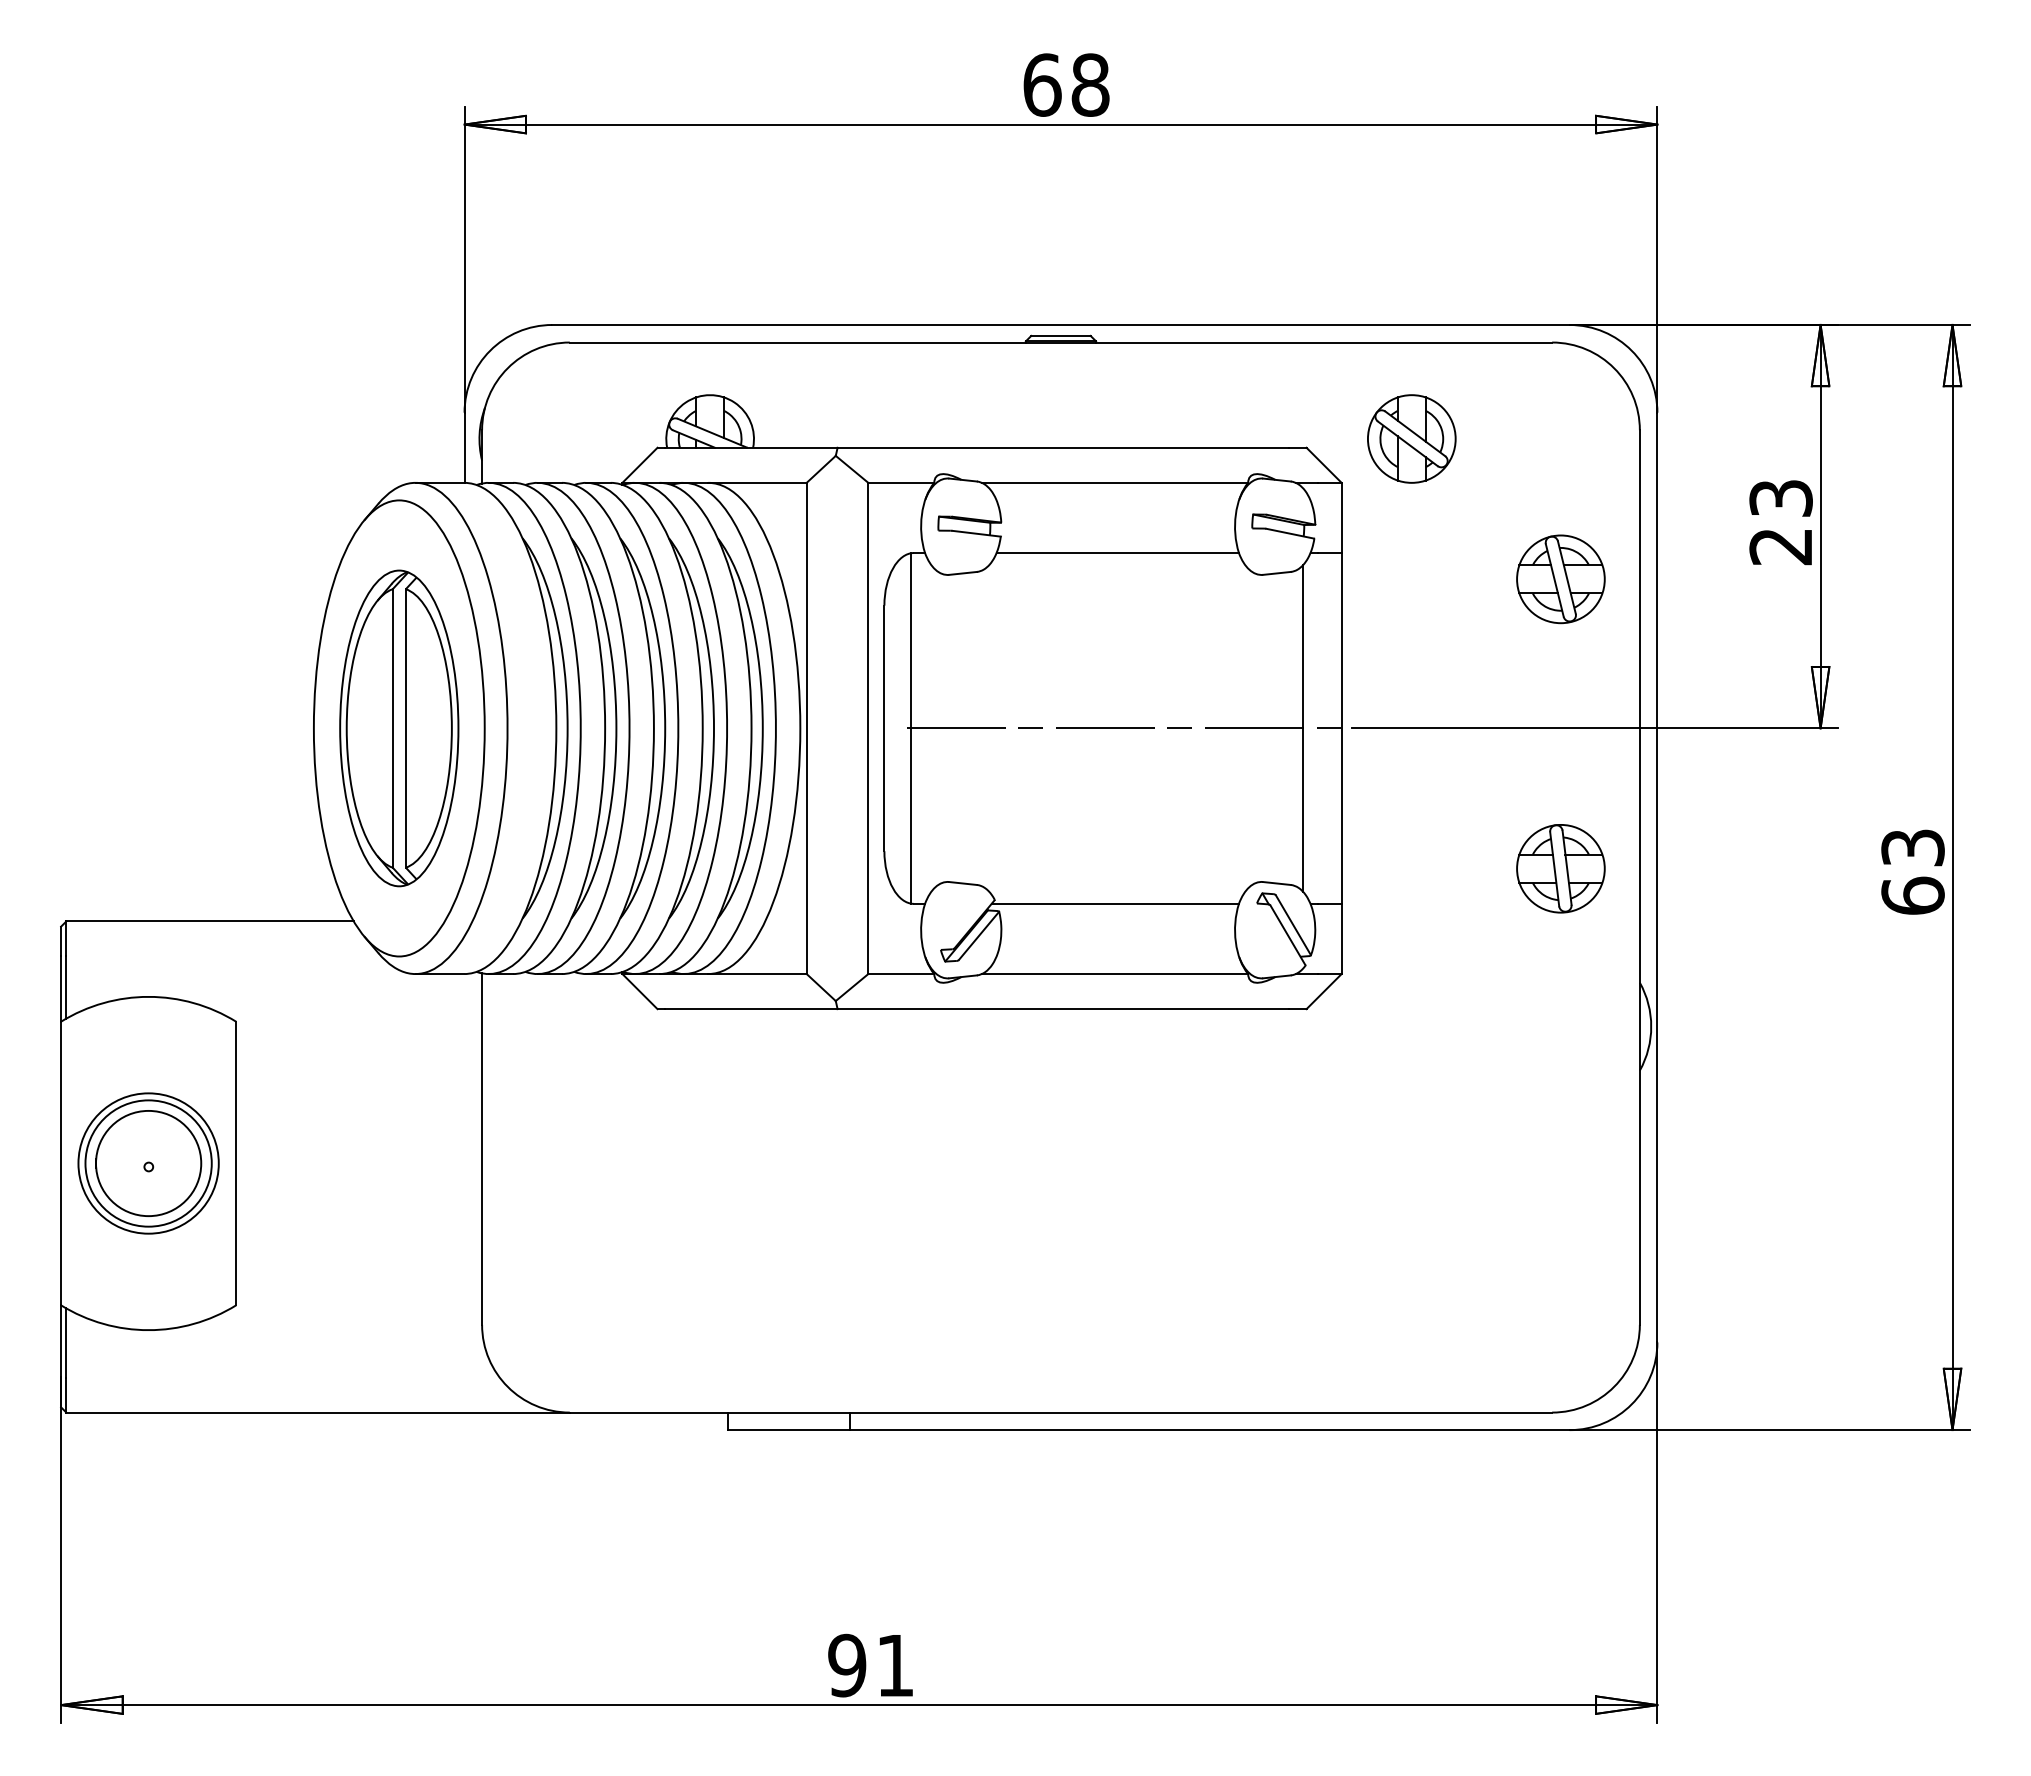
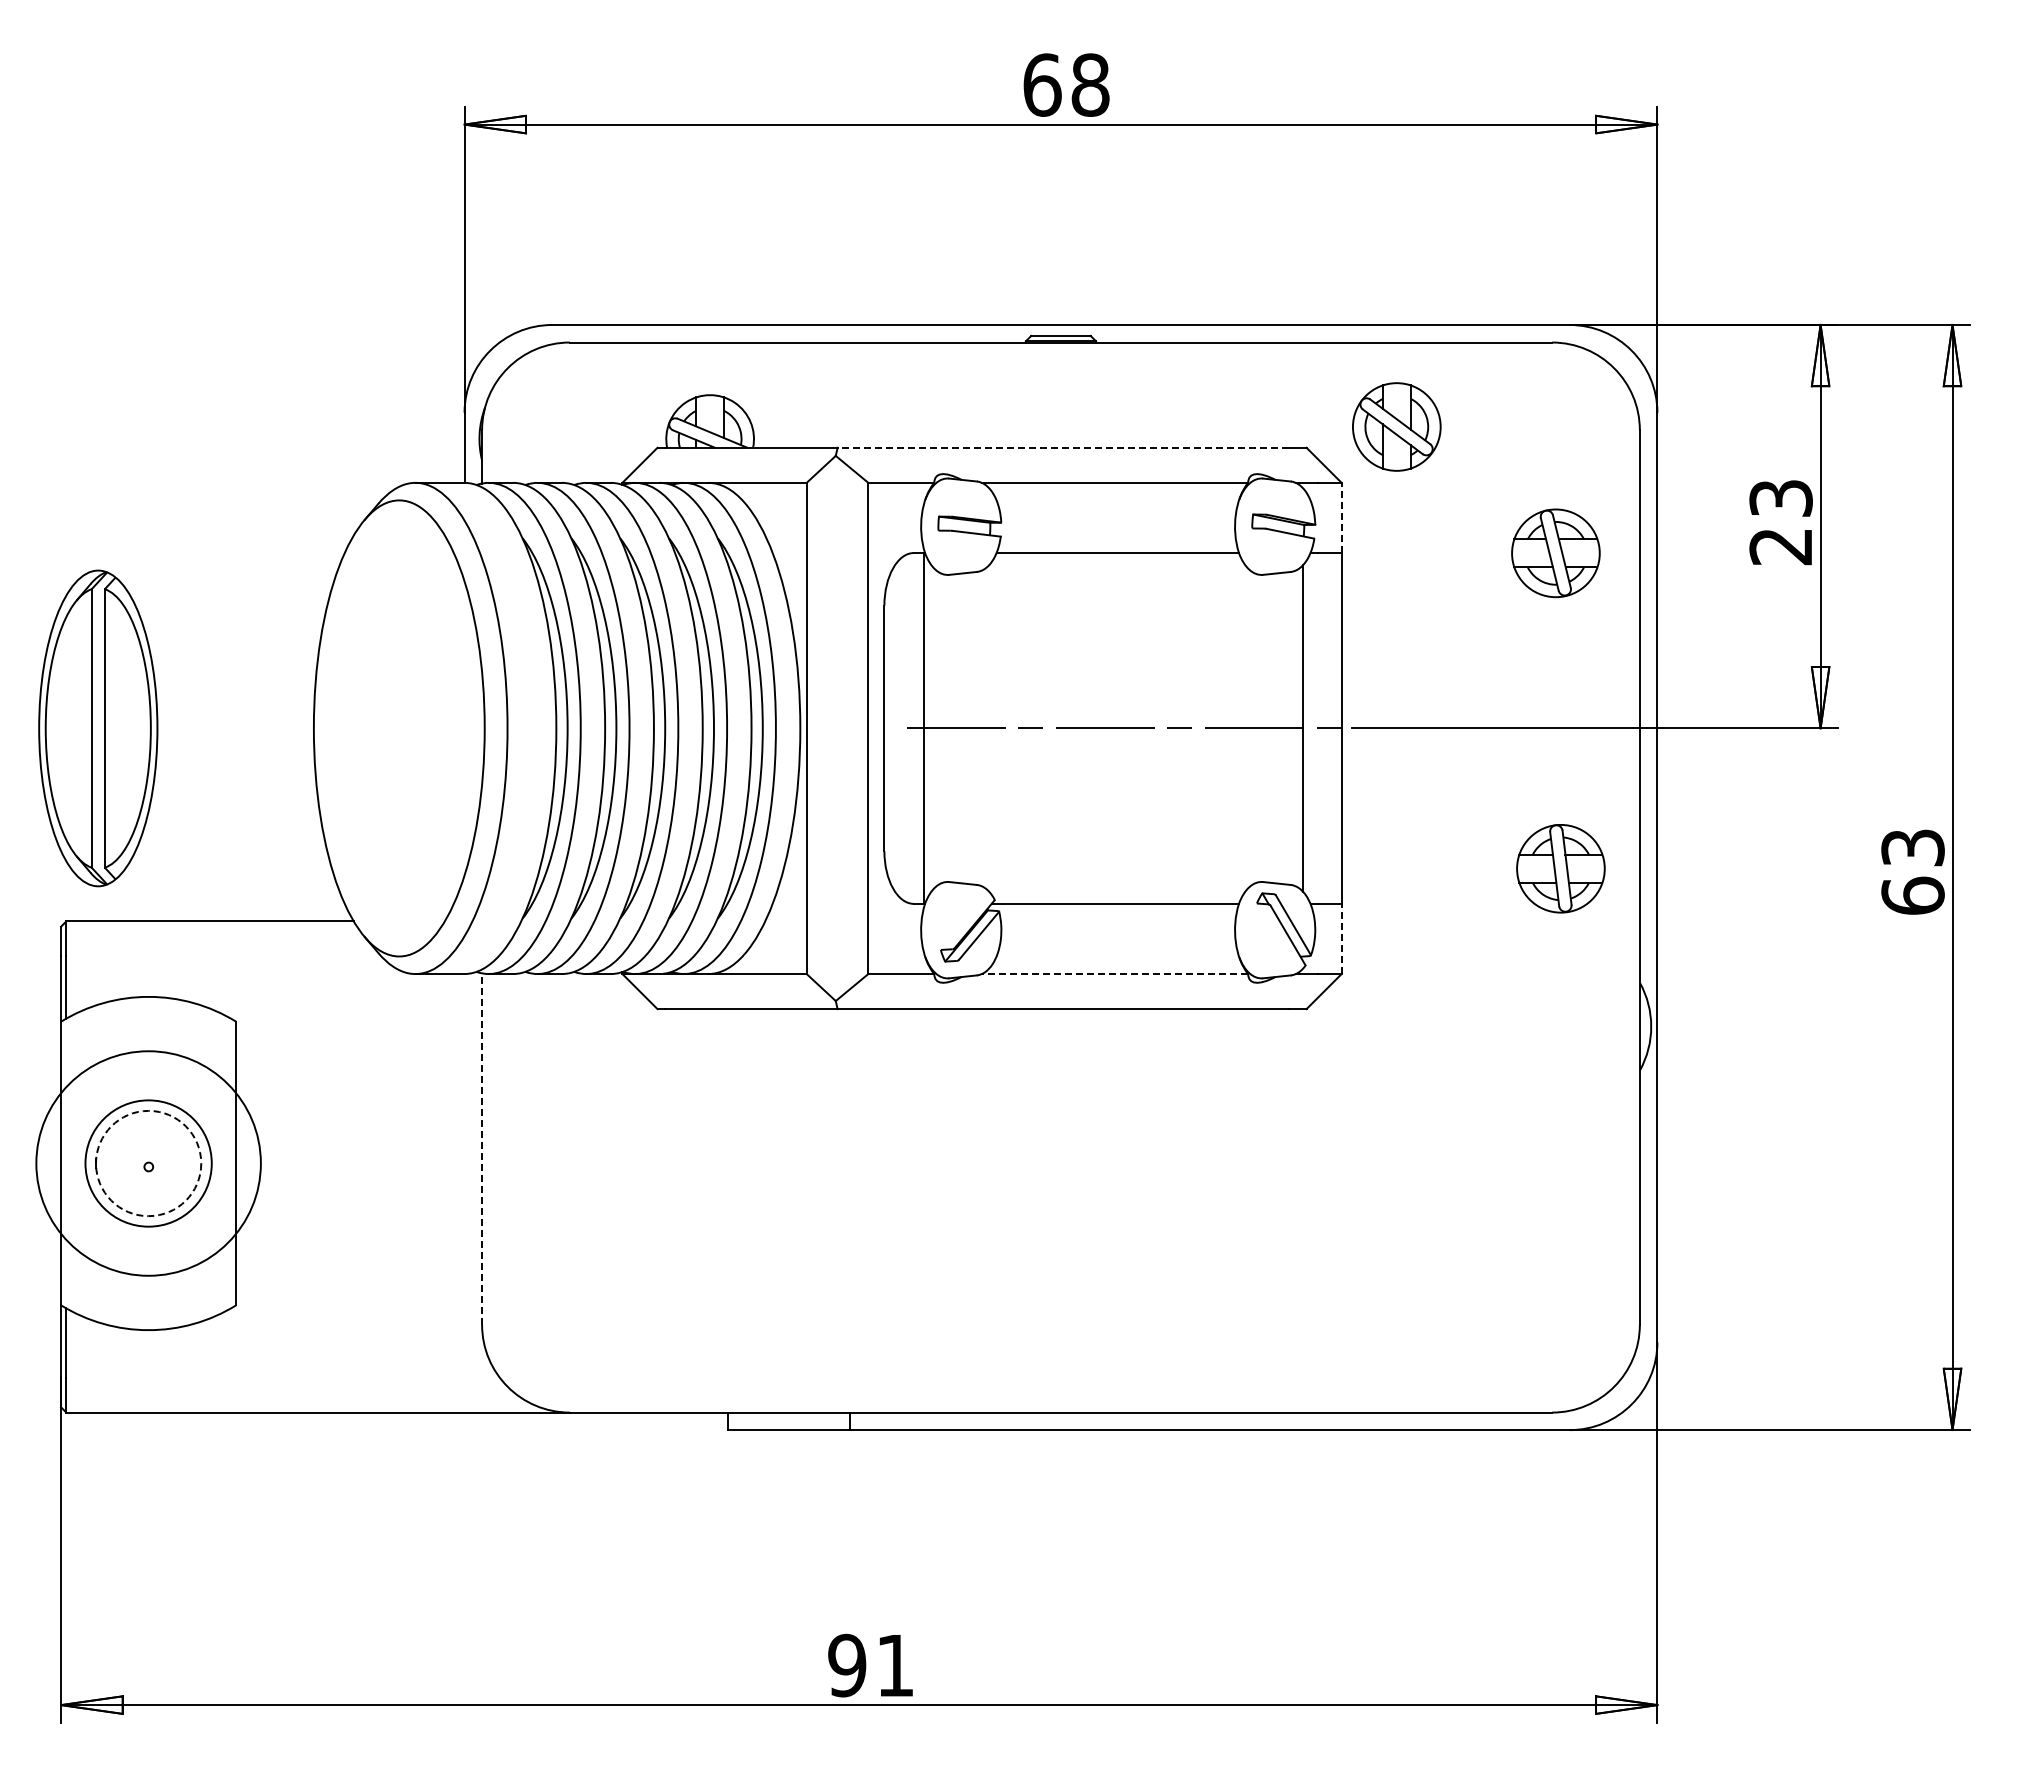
part at (1411, 438) position: (1411, 438) -> (1396, 426)
line at (1062, 447): solid -> dashed
line at (1341, 517): solid -> dashed
part at (1560, 579) position: (1560, 579) -> (1555, 553)
part at (399, 728) position: (399, 728) -> (98, 728)
line at (910, 728) position: (910, 728) -> (923, 728)
line at (1341, 938): solid -> dashed
line at (1114, 974): solid -> dashed
line at (482, 1149): solid -> dashed
circle at (148, 1163) diameter: 140 px -> 225 px
circle at (148, 1163): solid -> dashed
